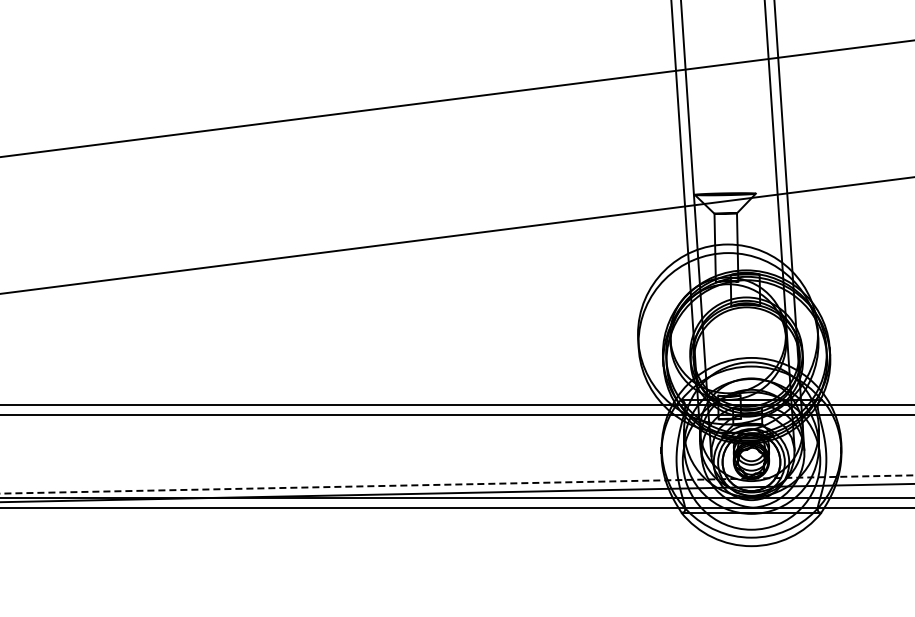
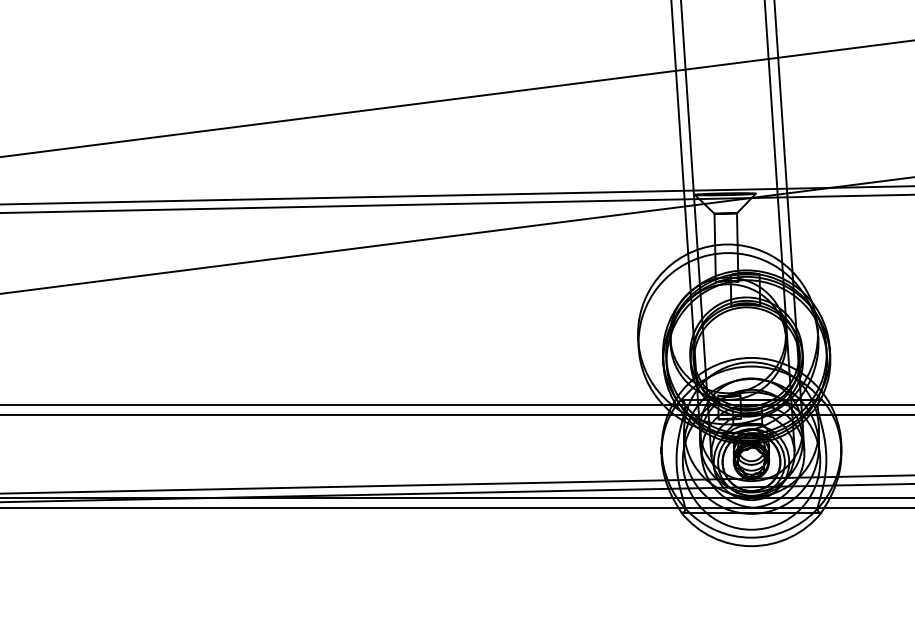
line at (456, 195): none -> present
line at (456, 203): none -> present
line at (457, 484): dashed -> solid
